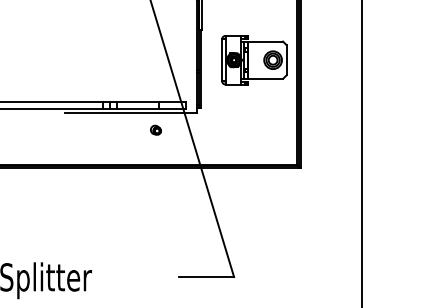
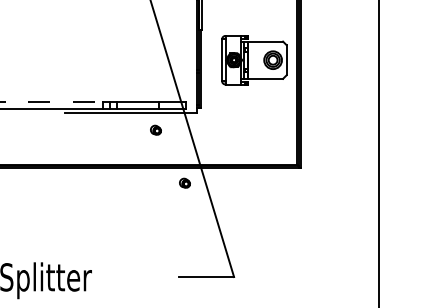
line at (52, 102): solid -> dashed
line at (361, 153) position: (361, 153) -> (378, 153)
part at (184, 182): none -> present
